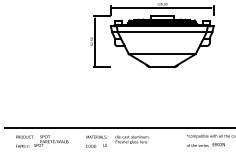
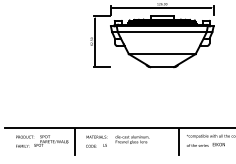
line at (74, 141): none -> present
line at (179, 141): none -> present
